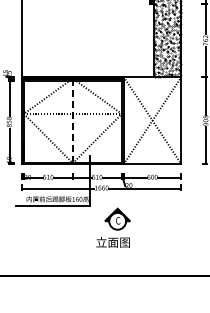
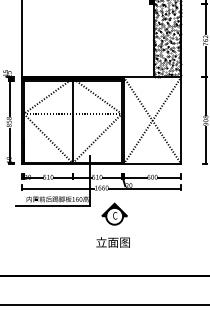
line at (72, 120): dashed -> solid
part at (117, 218) position: (117, 218) -> (114, 213)
line at (104, 304): none -> present
